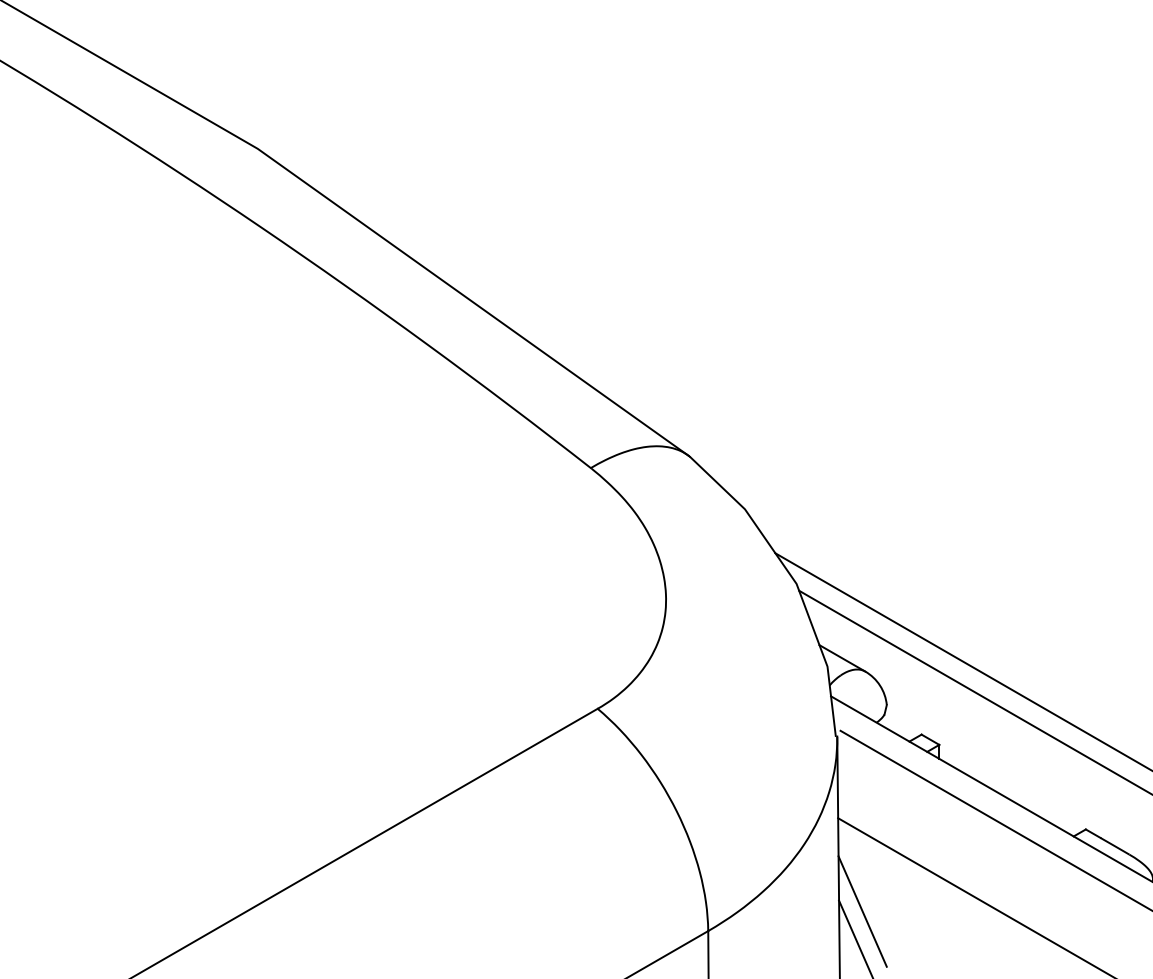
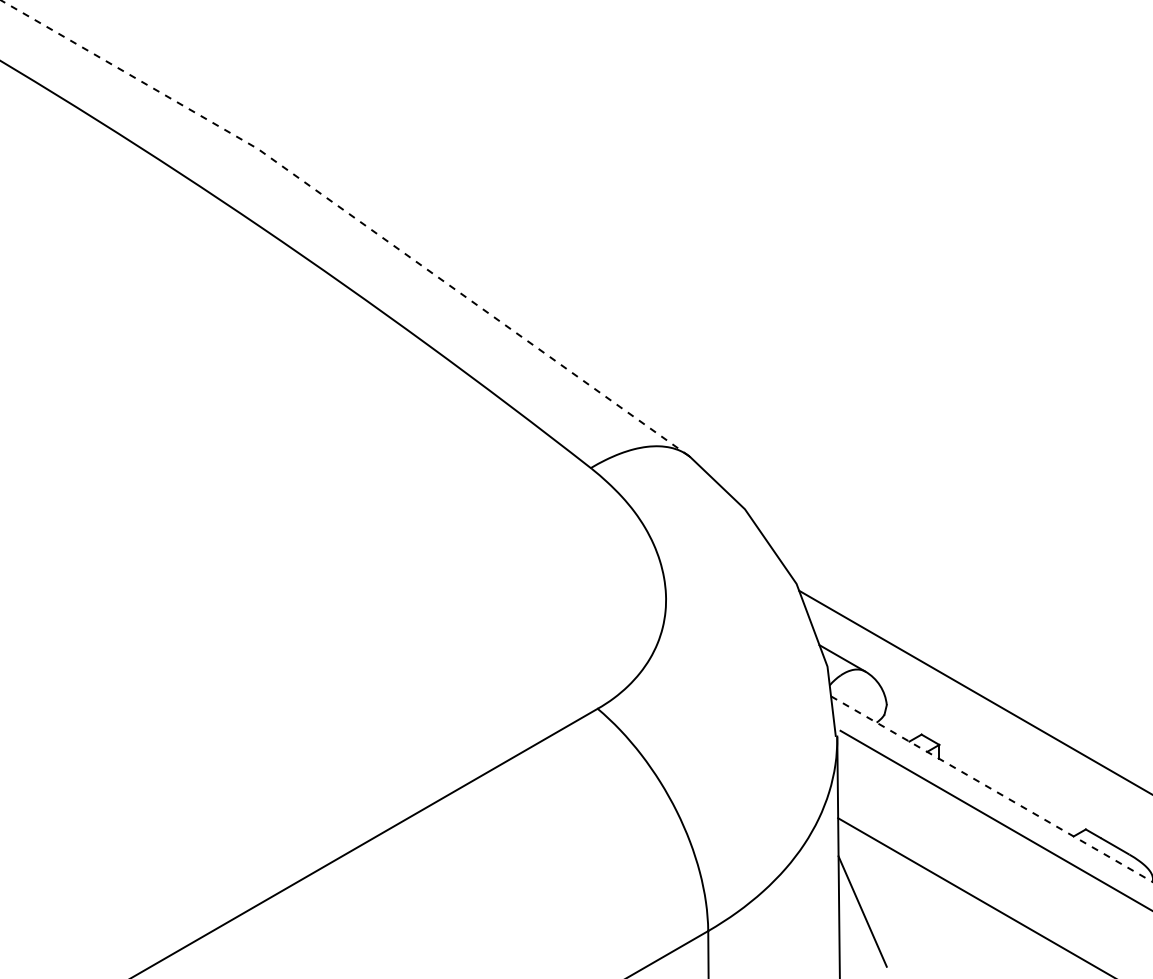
line at (352, 216): solid -> dashed
line at (962, 661): present -> none
line at (991, 789): solid -> dashed
line at (855, 937): present -> none
